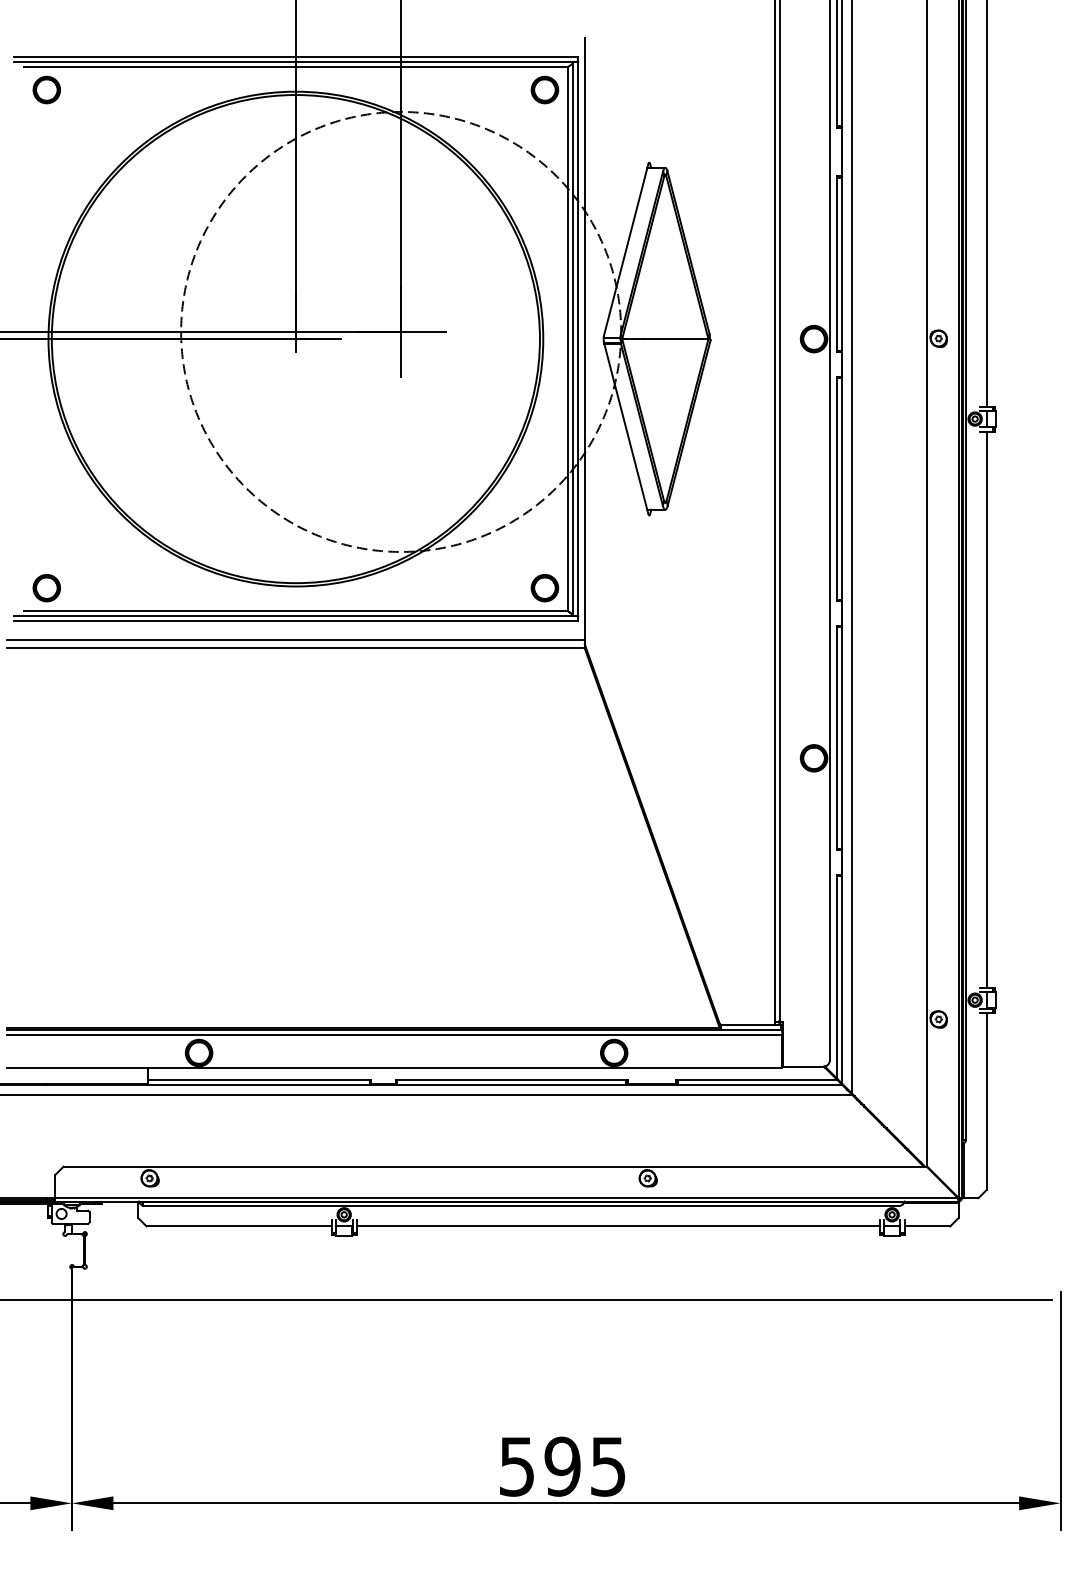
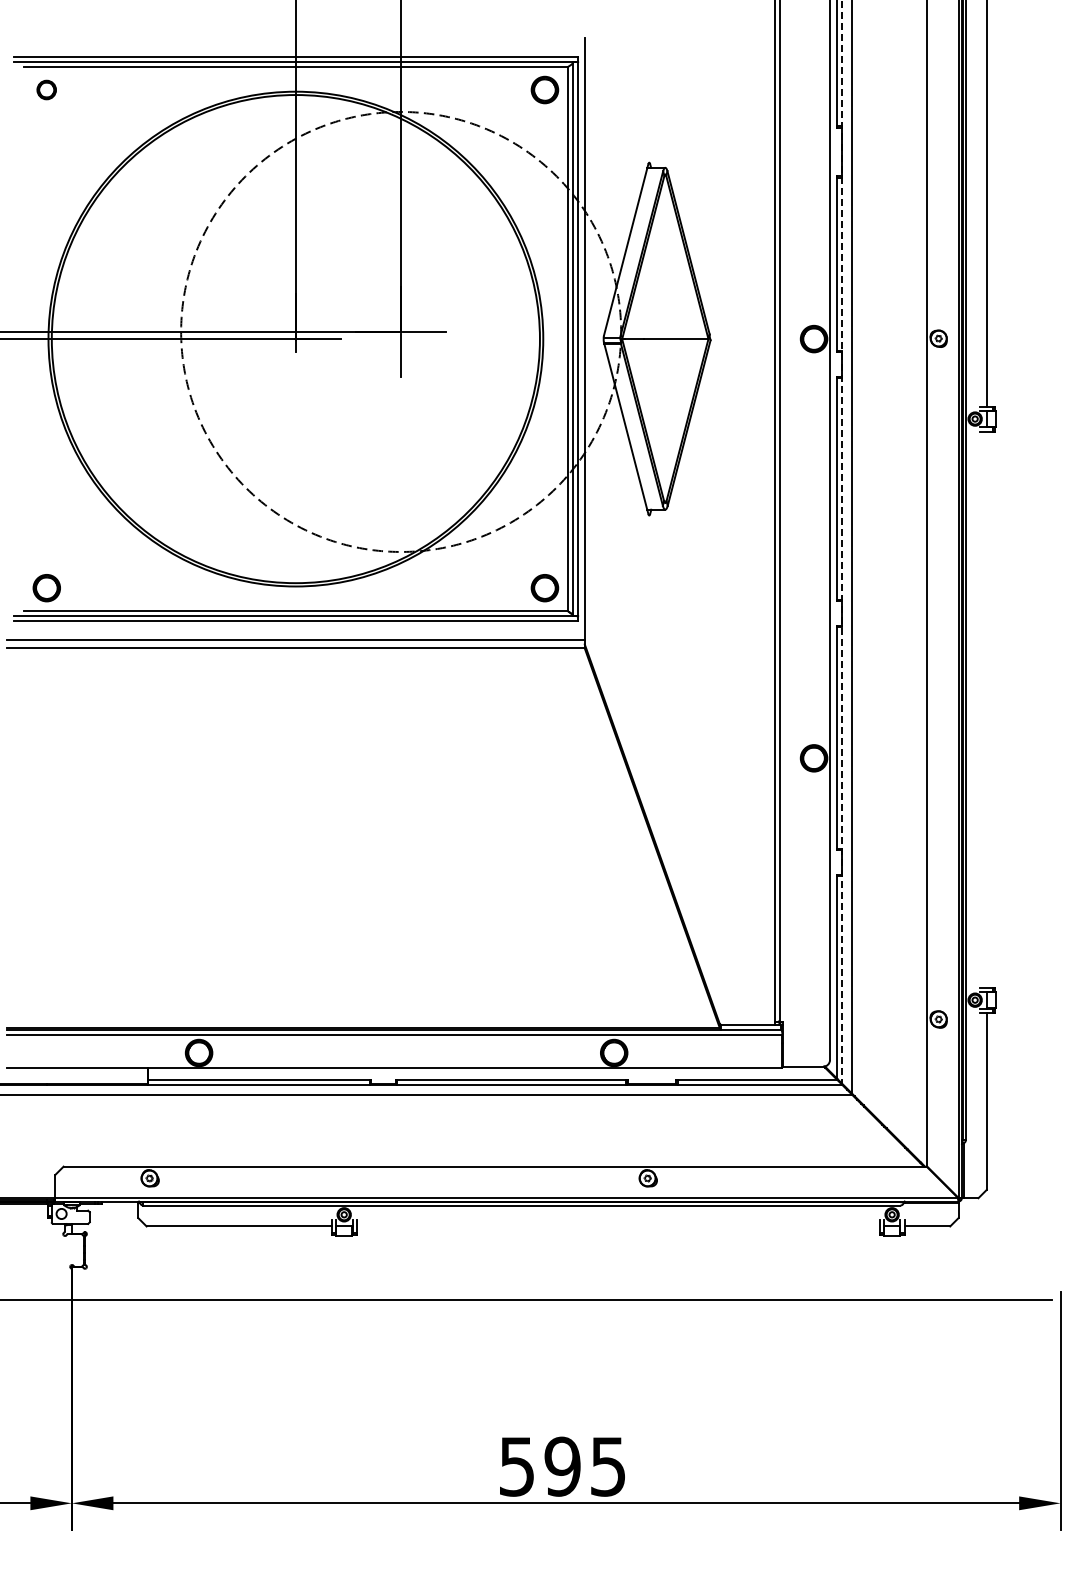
part at (46, 89) size: 29x30 px -> 21x22 px
line at (842, 542): solid -> dashed
line at (986, 709): present -> none
line at (617, 1226): present -> none
